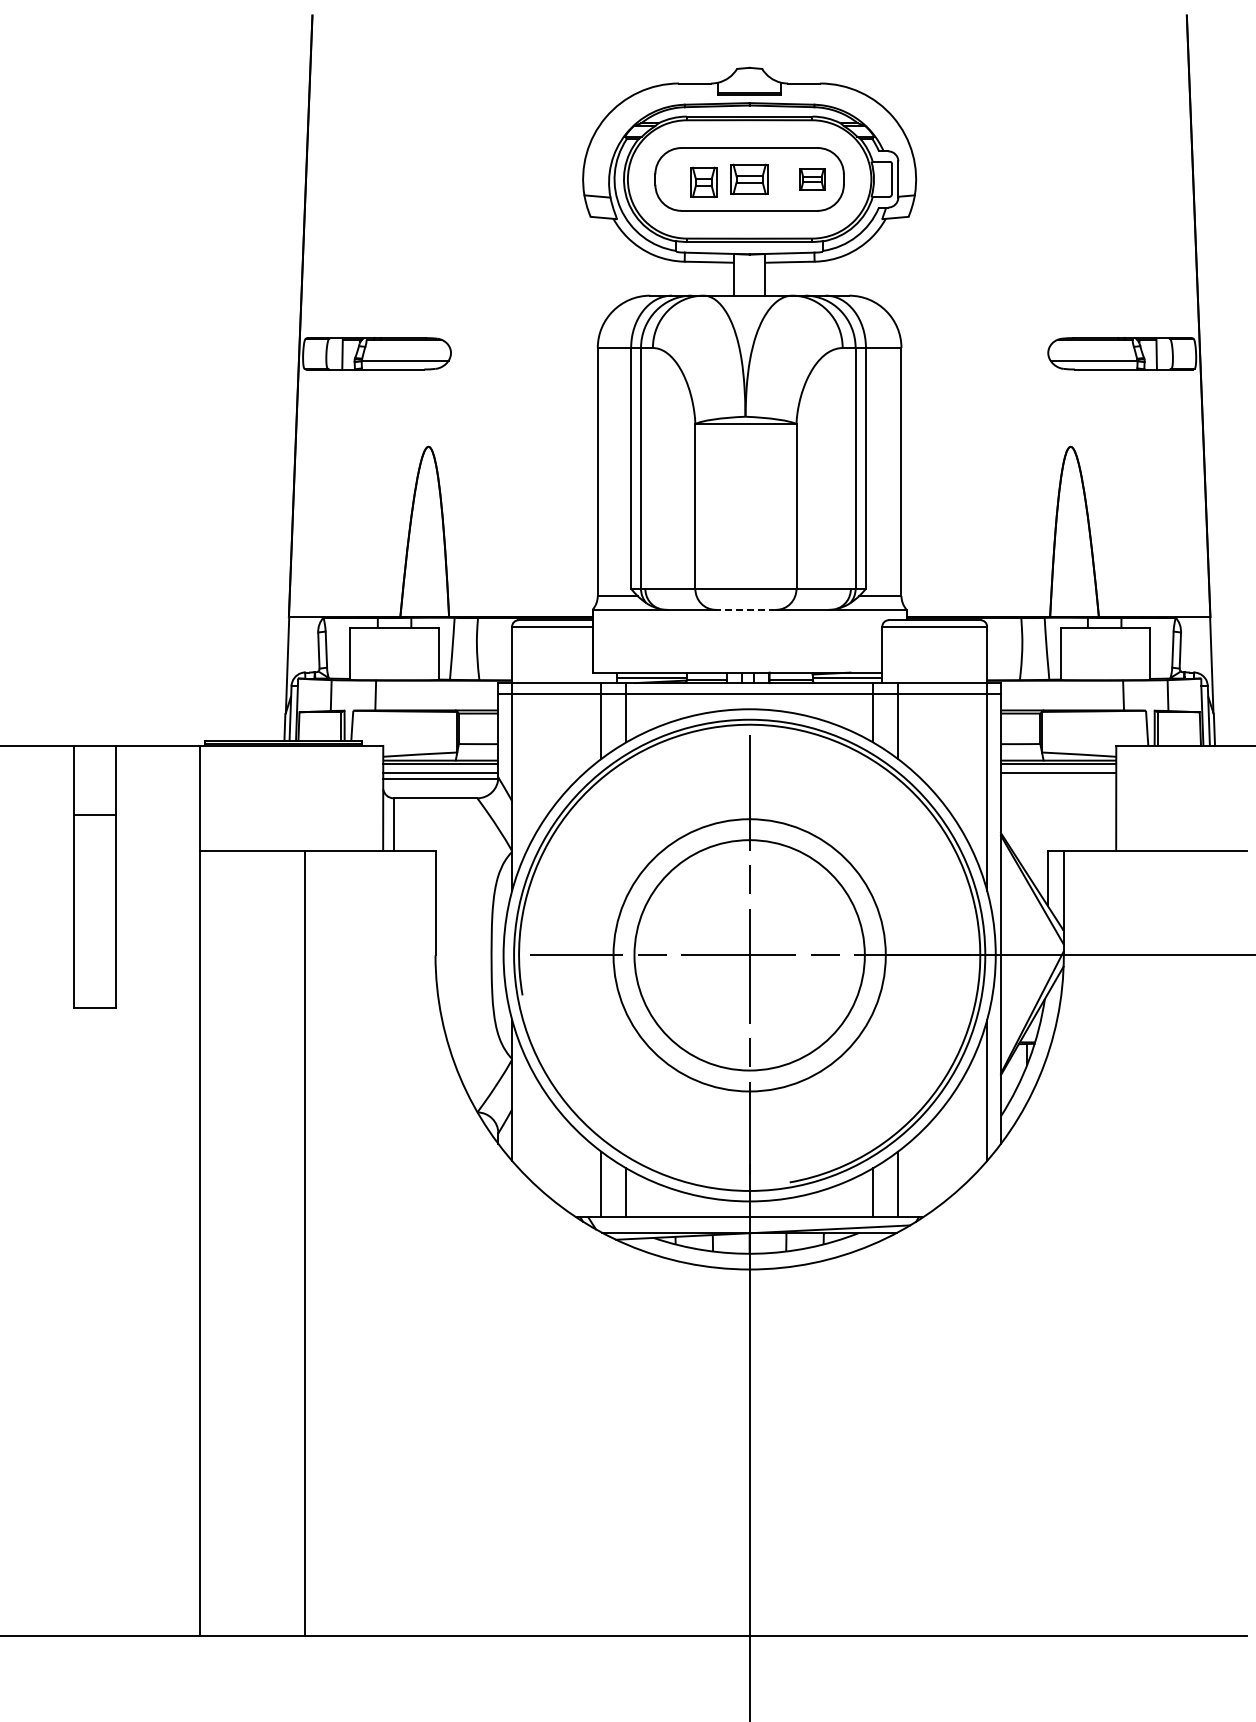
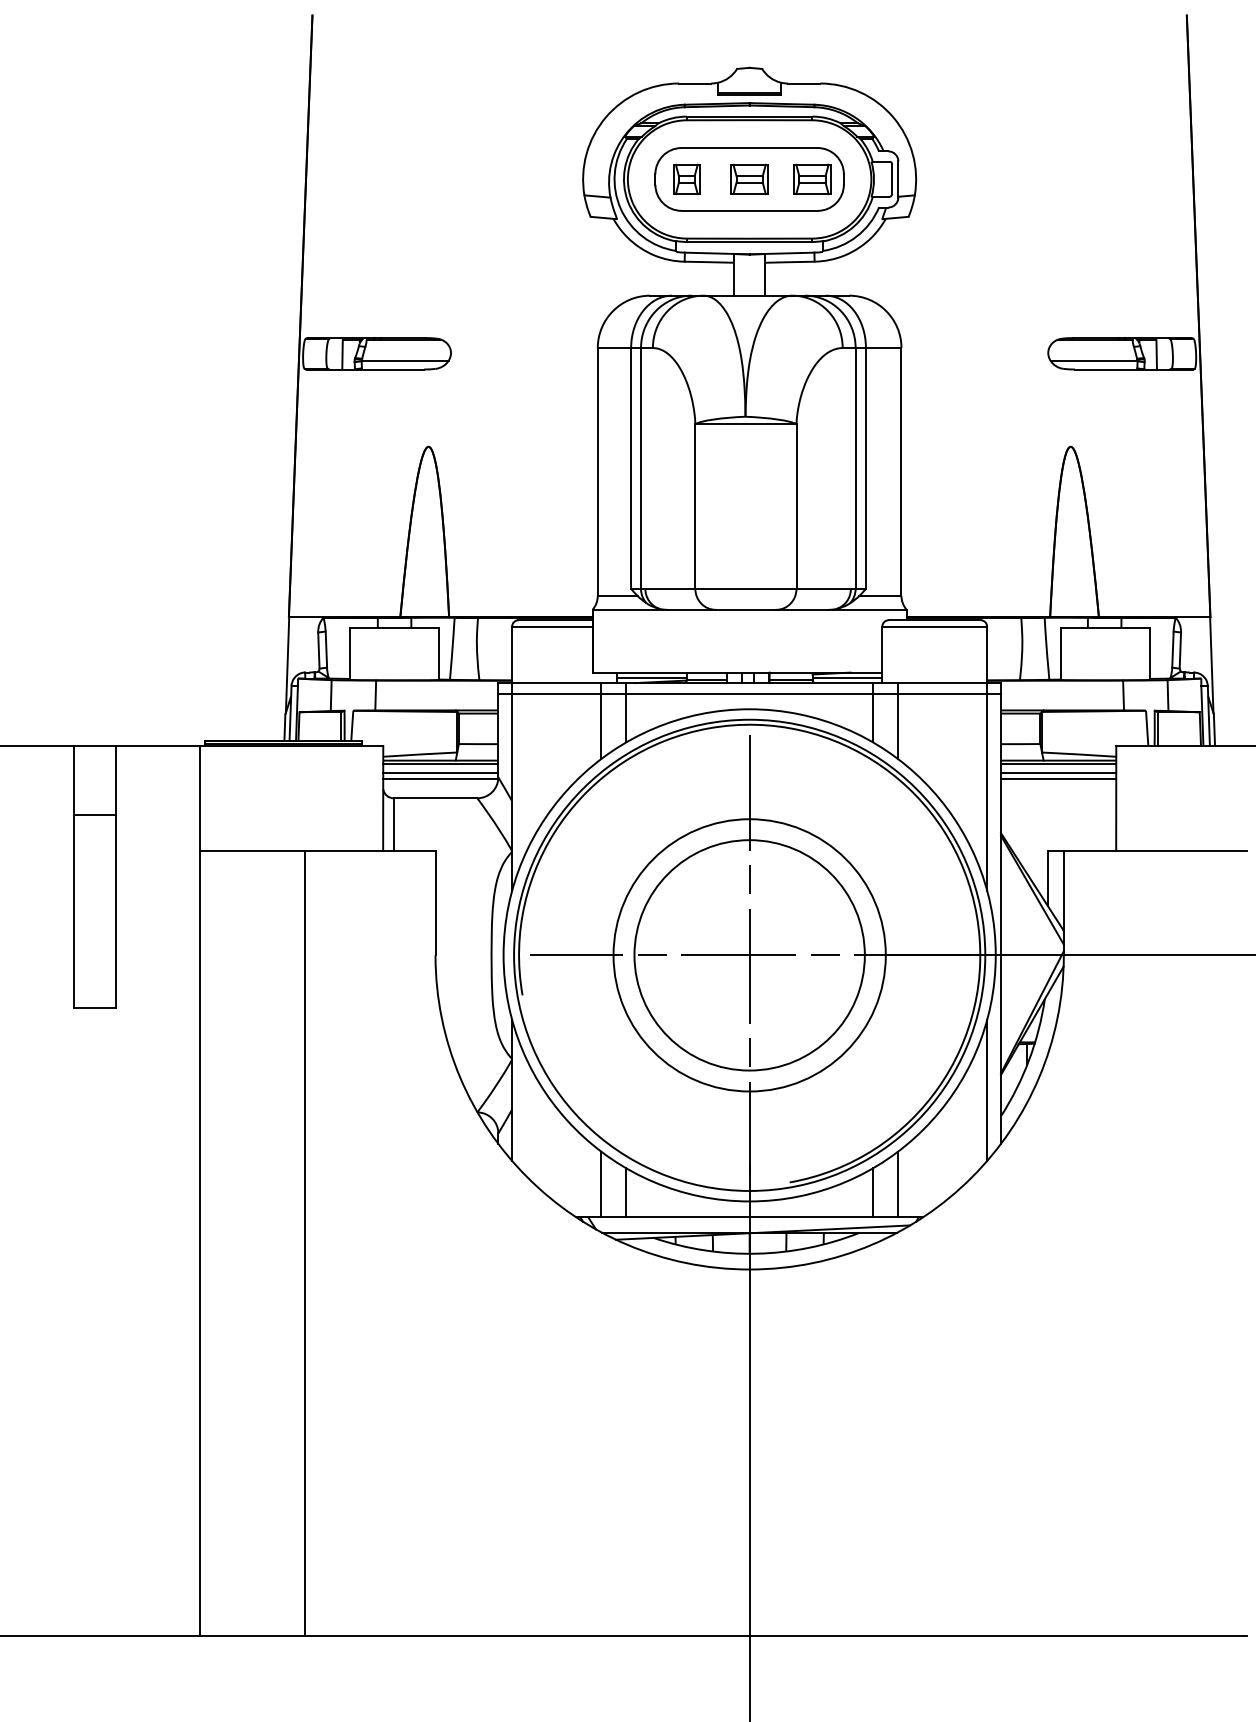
part at (812, 179) size: 27x23 px -> 39x33 px
part at (703, 182) position: (703, 182) -> (686, 179)
line at (745, 609): dashed -> solid
line at (1058, 779): none -> present
